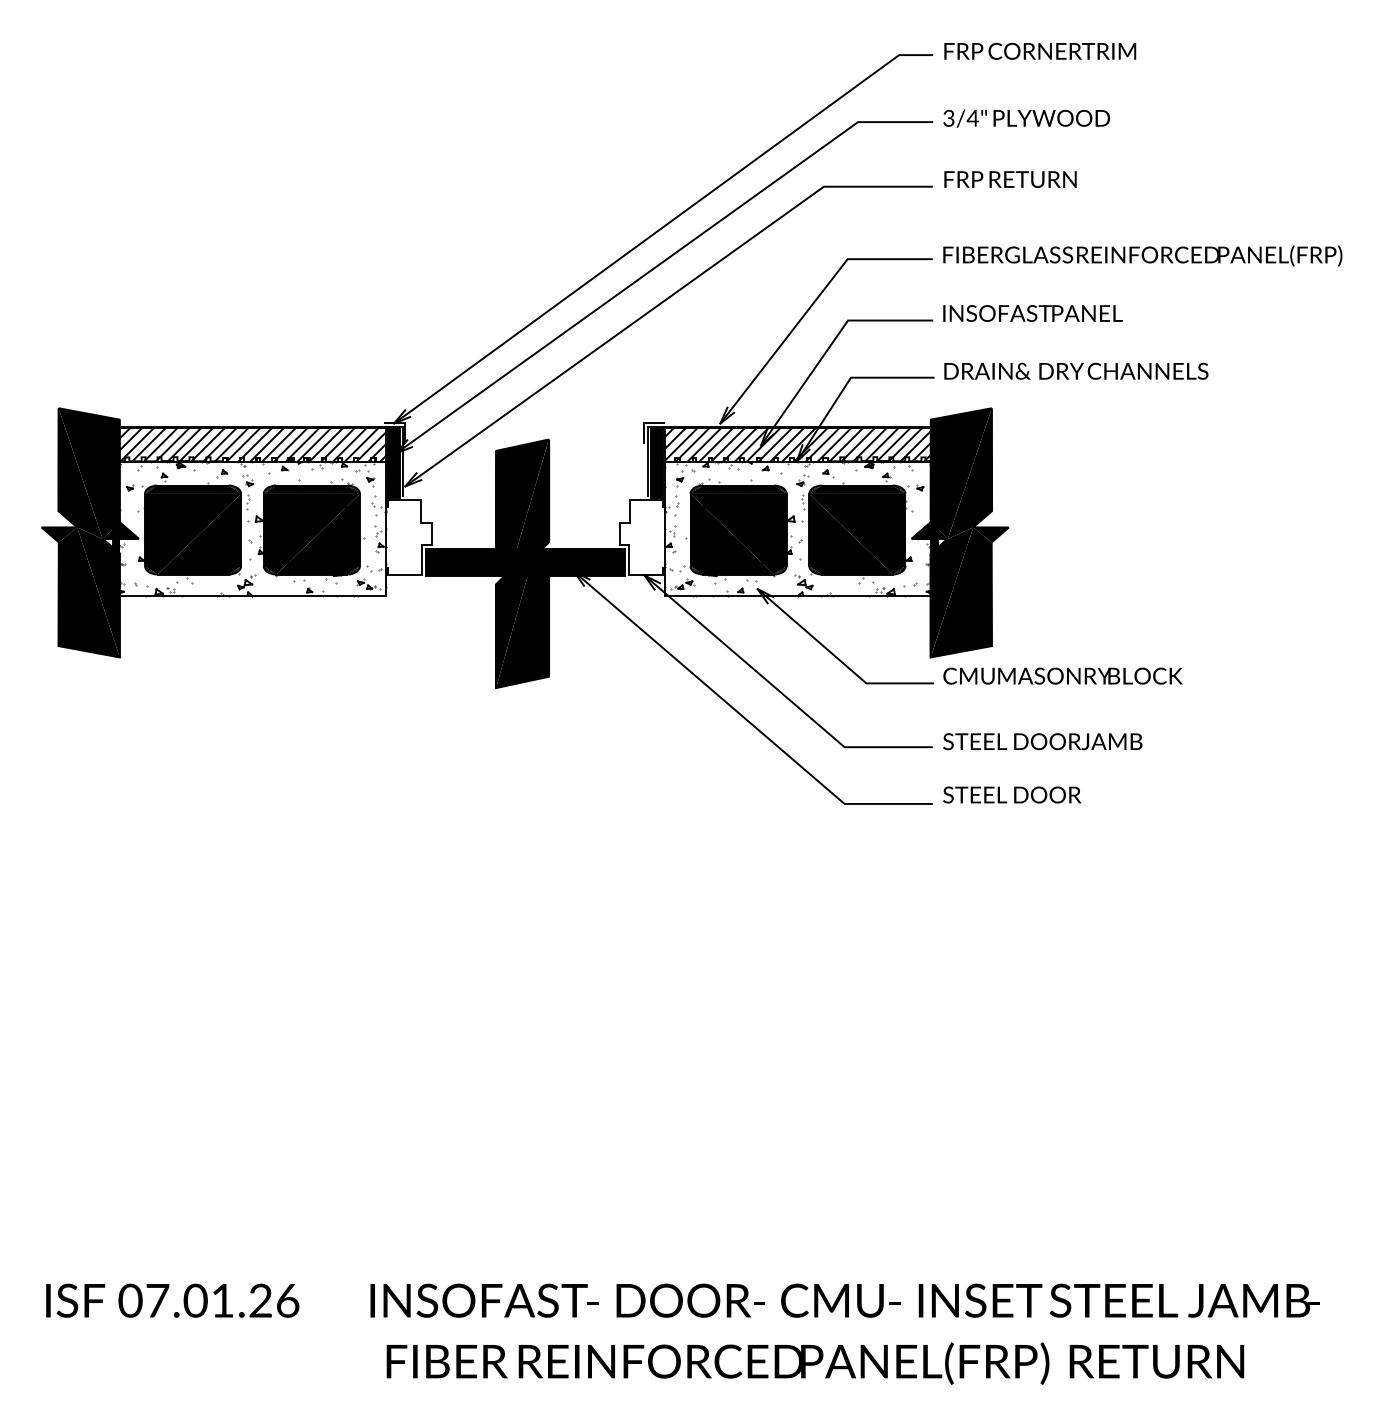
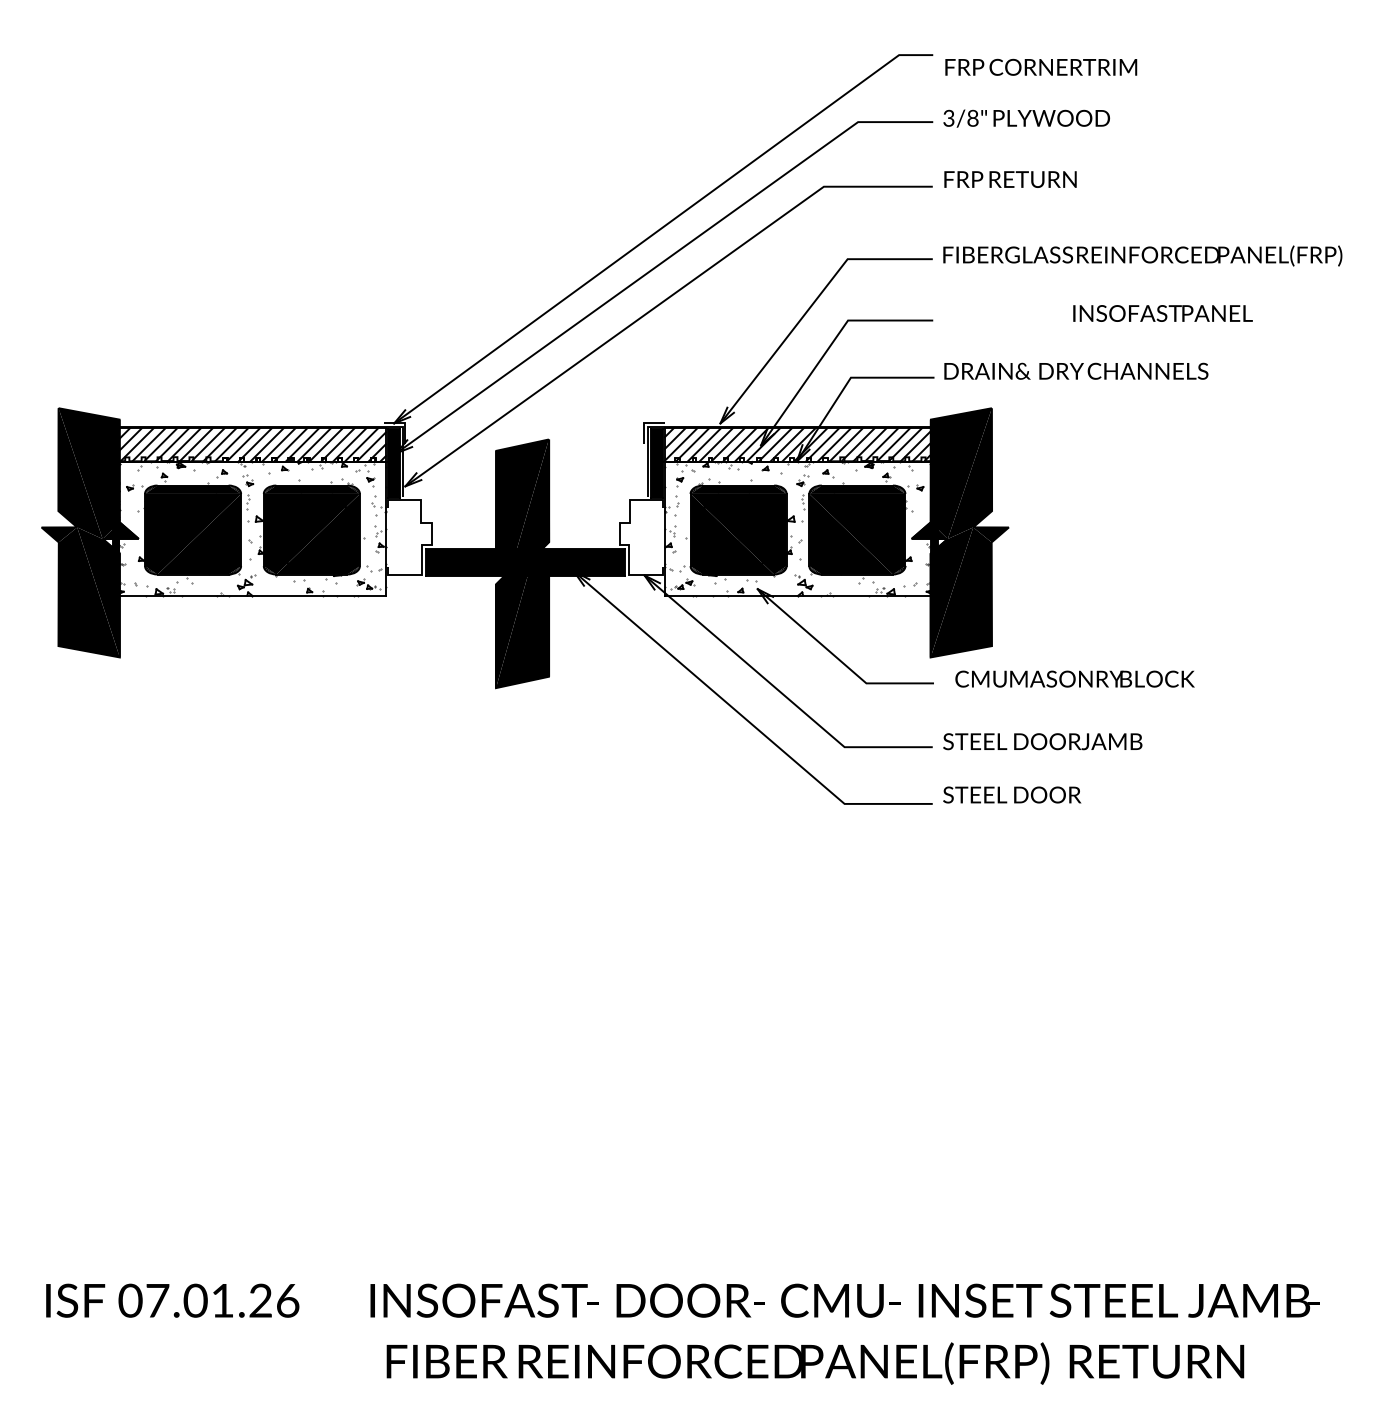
text at (1040, 50) position: (1040, 50) -> (1041, 66)
text at (972, 117): 3/4" -> 3/8"
text at (1032, 313) position: (1032, 313) -> (1162, 313)
text at (1062, 675) position: (1062, 675) -> (1074, 678)
